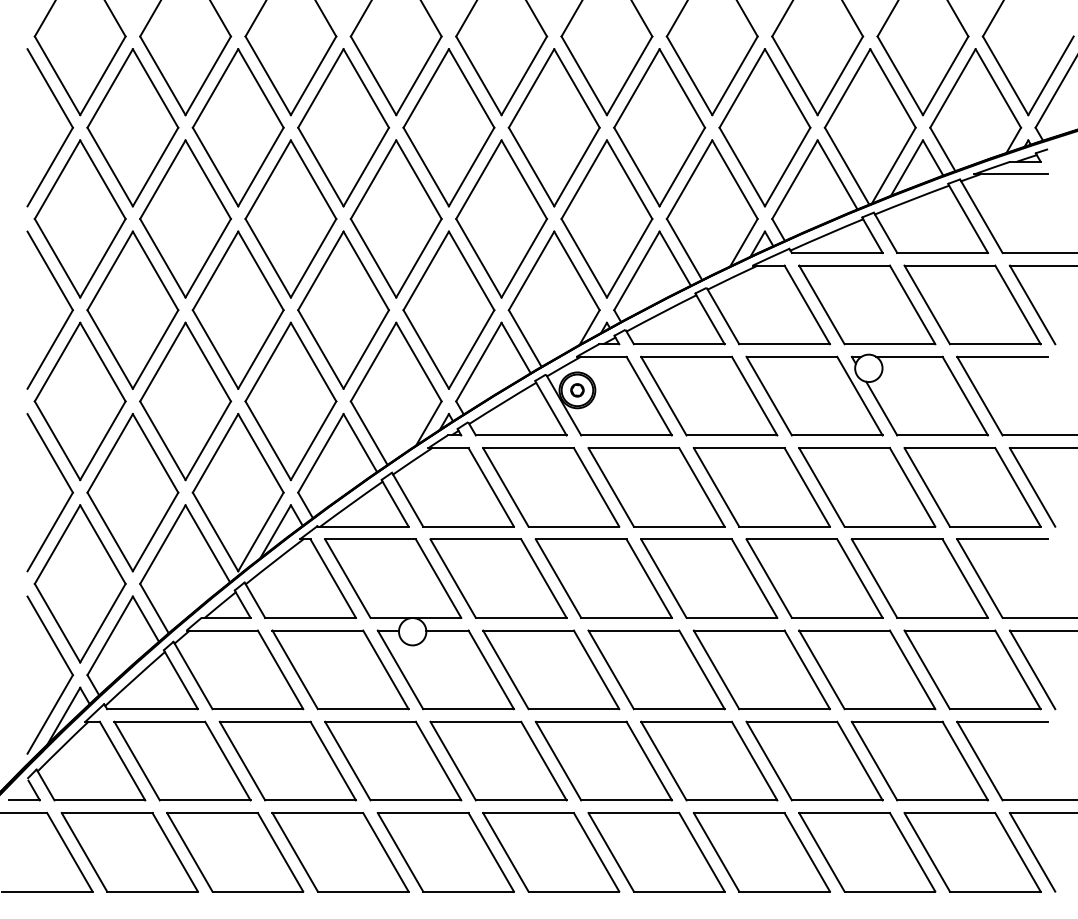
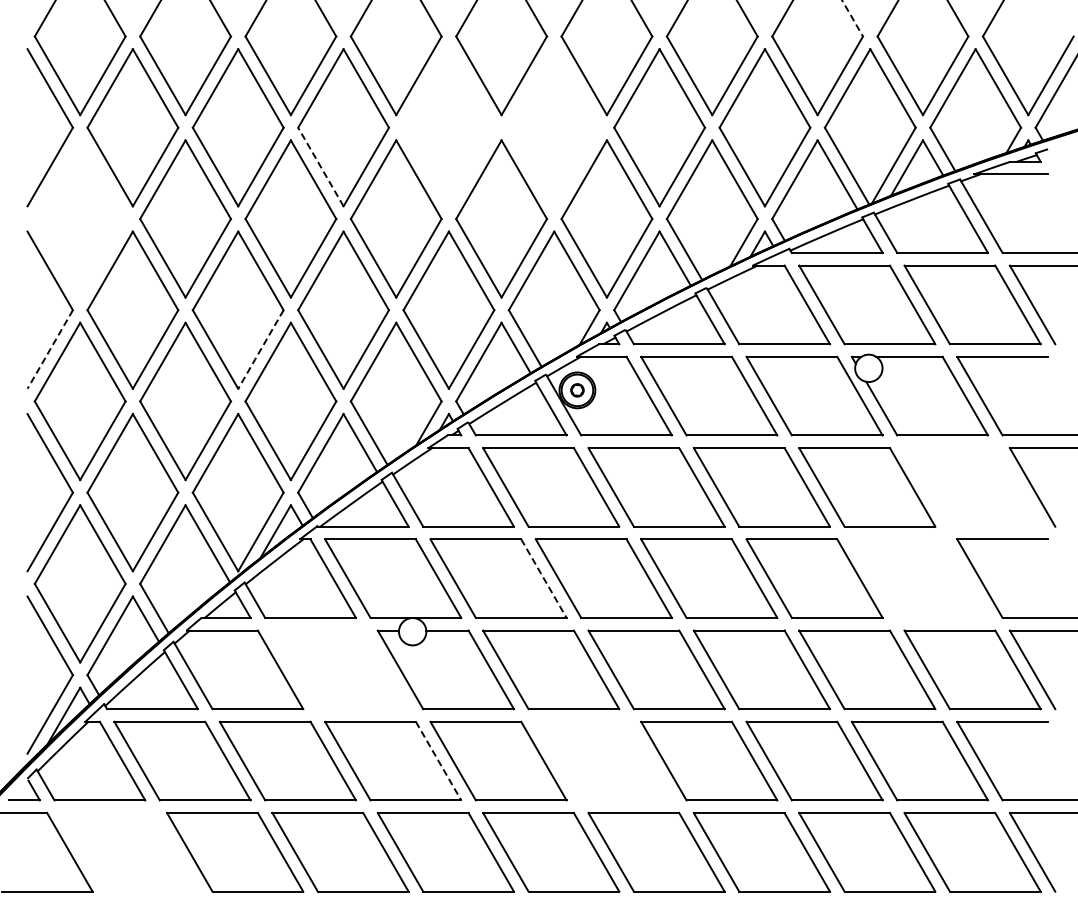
line at (852, 18): solid -> dashed
part at (448, 127): present -> none
part at (553, 127): present -> none
line at (320, 166): solid -> dashed
part at (79, 218): present -> none
line at (49, 349): solid -> dashed
line at (260, 349): solid -> dashed
part at (972, 487): present -> none
part at (919, 578): present -> none
line at (544, 579): solid -> dashed
part at (340, 669): present -> none
part at (603, 760): present -> none
line at (438, 761): solid -> dashed
part at (129, 852): present -> none
